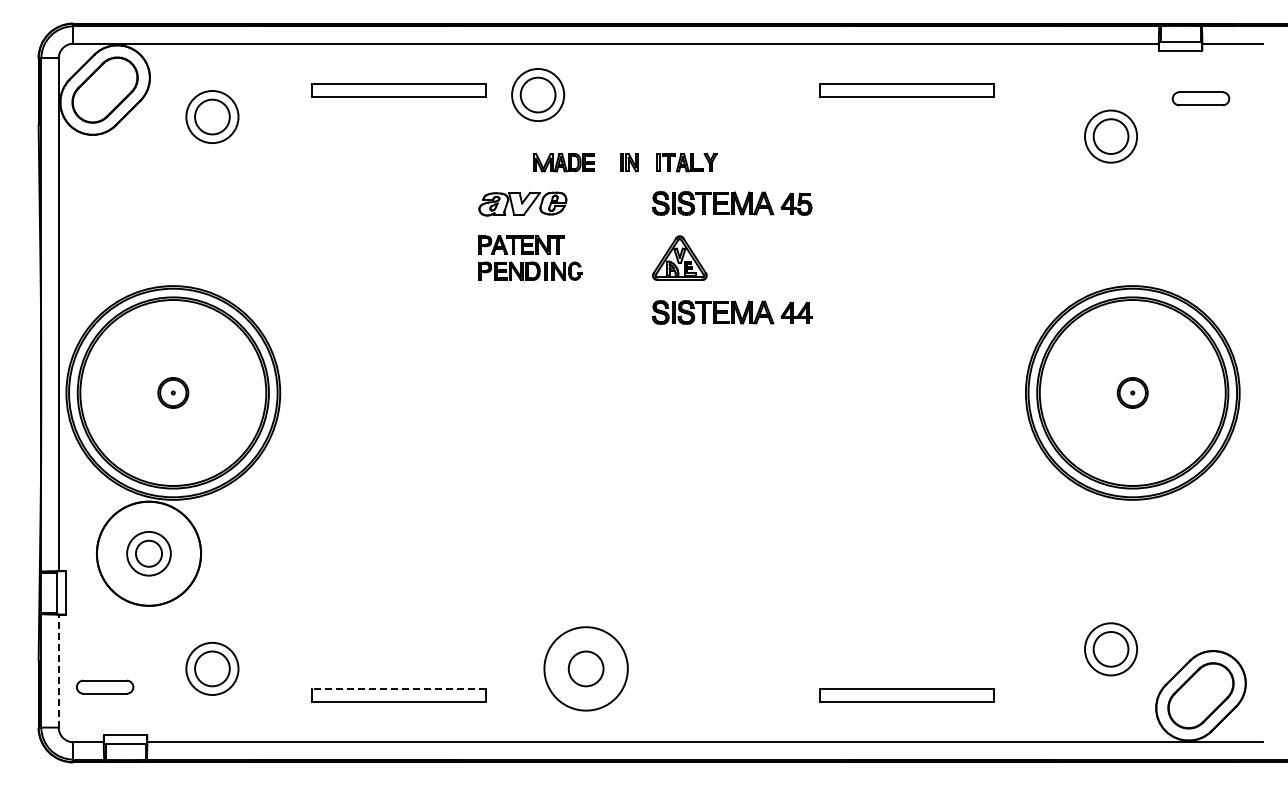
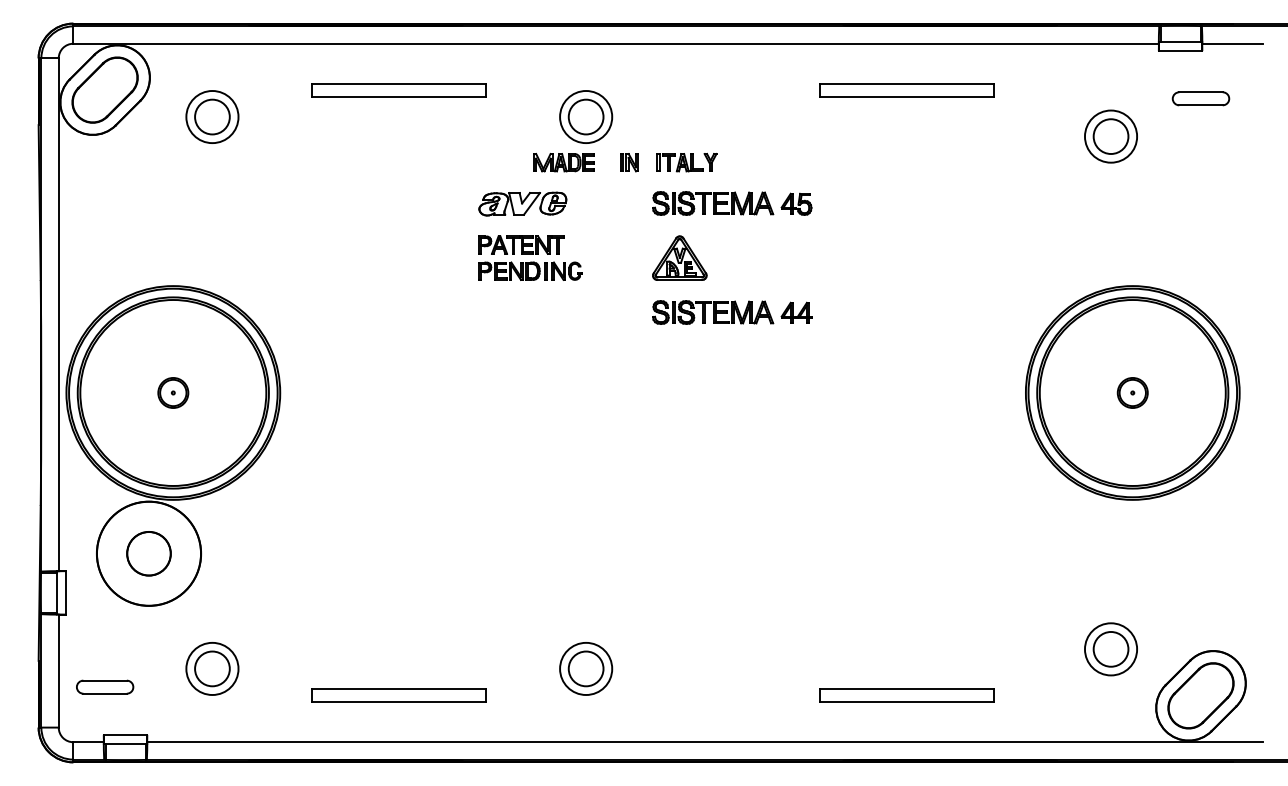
part at (538, 94) position: (538, 94) -> (586, 116)
circle at (148, 553) diameter: 26 px -> 43 px
circle at (585, 668) diameter: 83 px -> 52 px
line at (58, 670): dashed -> solid
line at (399, 689): dashed -> solid
